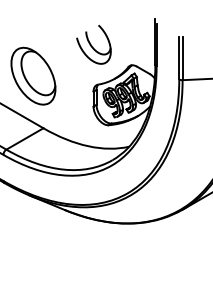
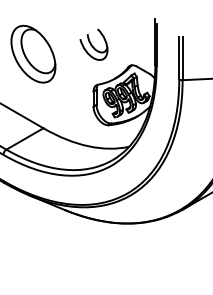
part at (93, 44) size: 36x41 px -> 30x33 px
part at (33, 75) position: (33, 75) -> (33, 53)
